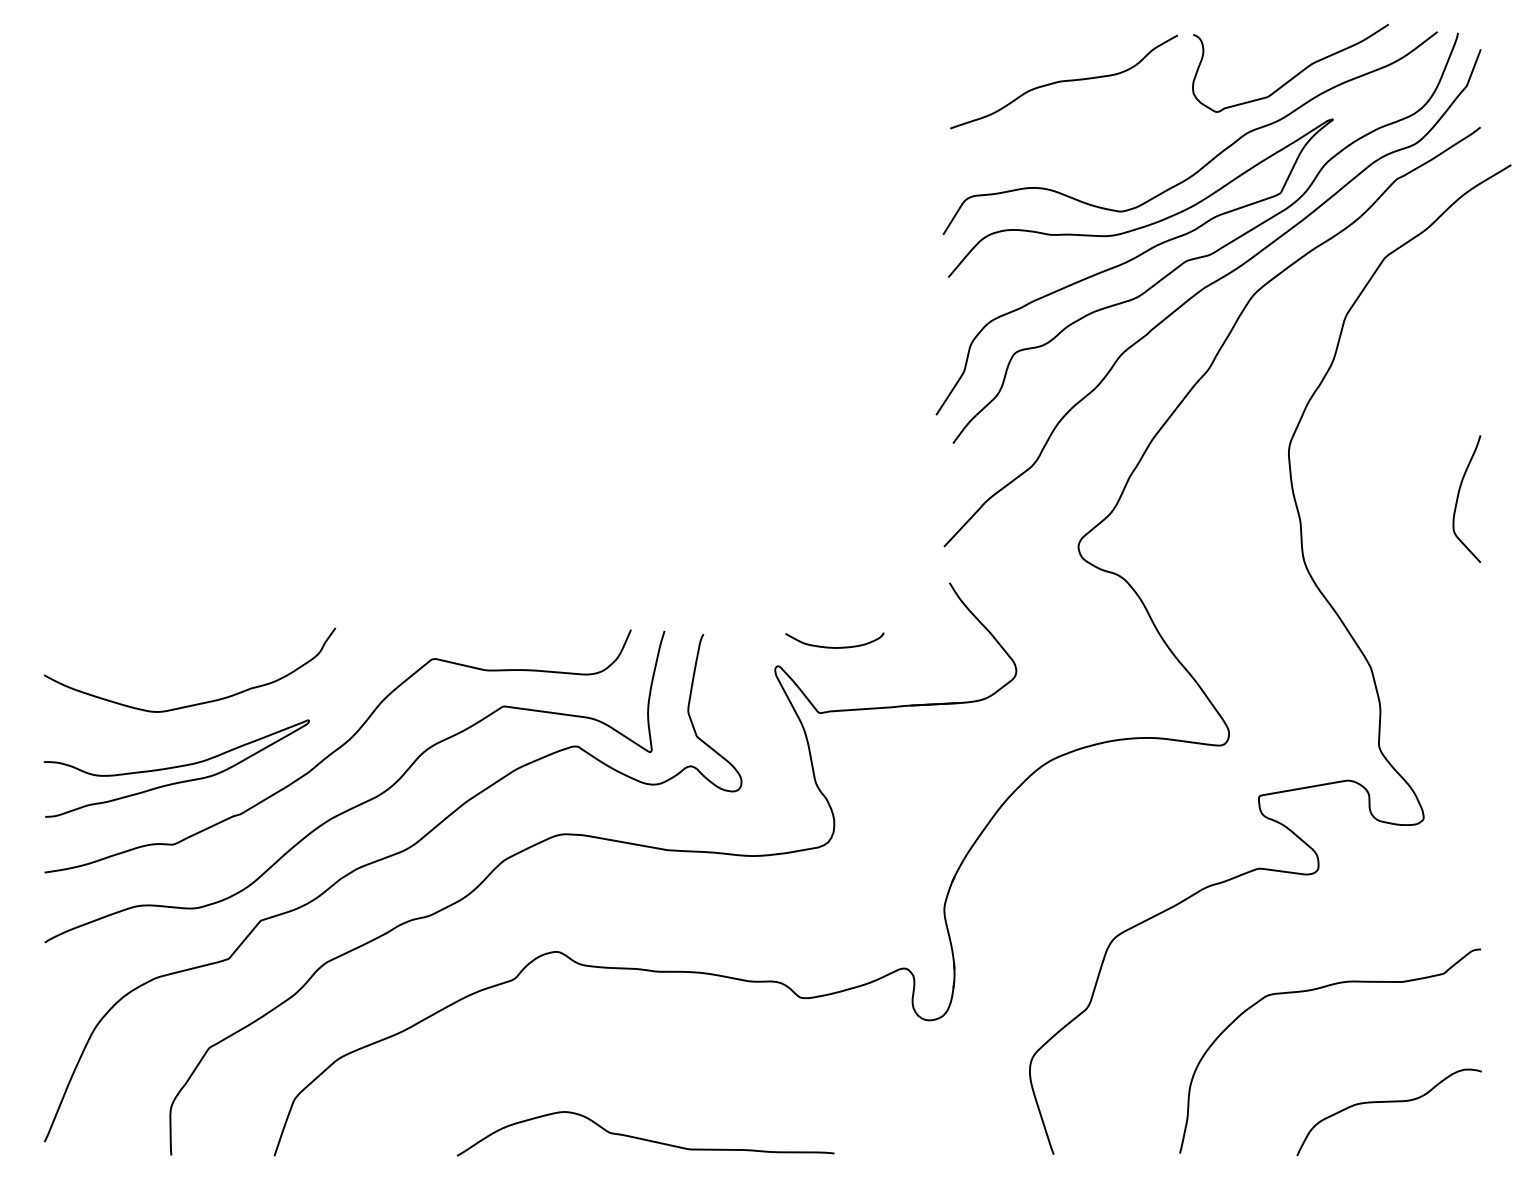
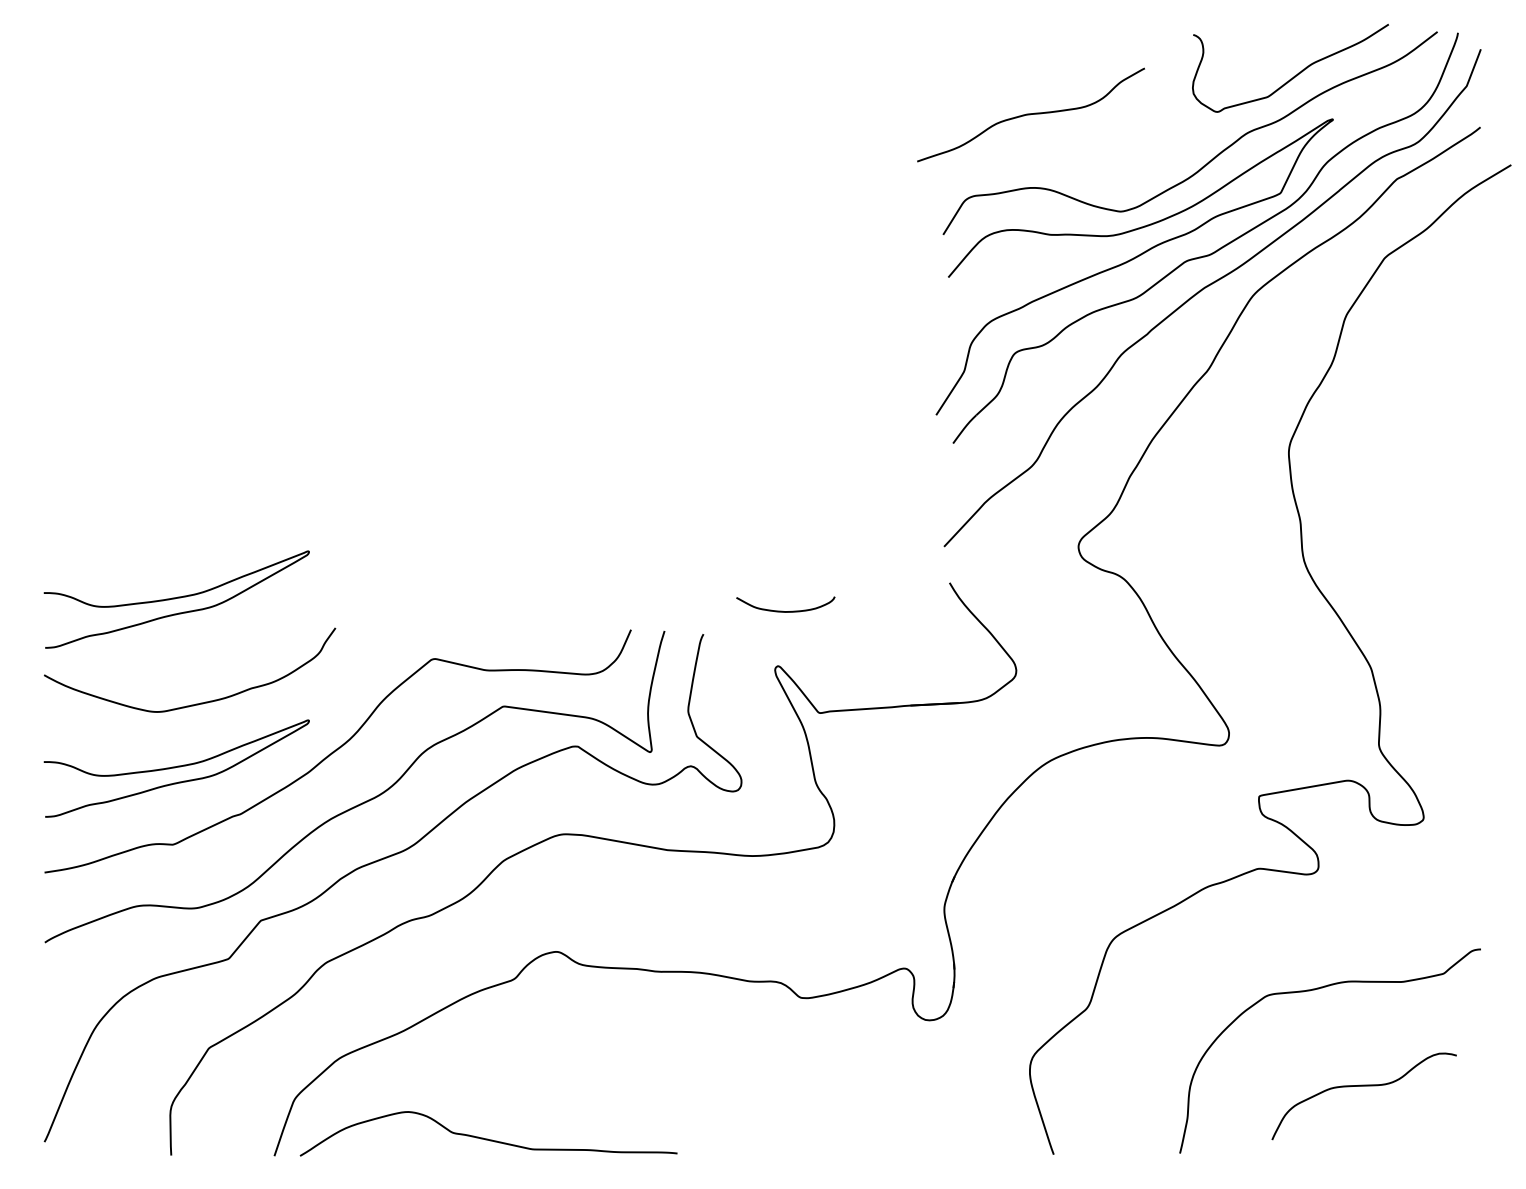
curve at (1063, 81) position: (1063, 81) -> (1030, 114)
curve at (1458, 498): present -> none
curve at (176, 598): none -> present
curve at (831, 646) position: (831, 646) -> (782, 610)
curve at (1388, 1102) position: (1388, 1102) -> (1363, 1086)
curve at (644, 1138) position: (644, 1138) -> (487, 1138)
